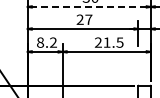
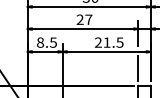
line at (88, 6): dashed -> solid
text at (52, 42): 8.2 -> 8.5
line at (138, 68): none -> present
